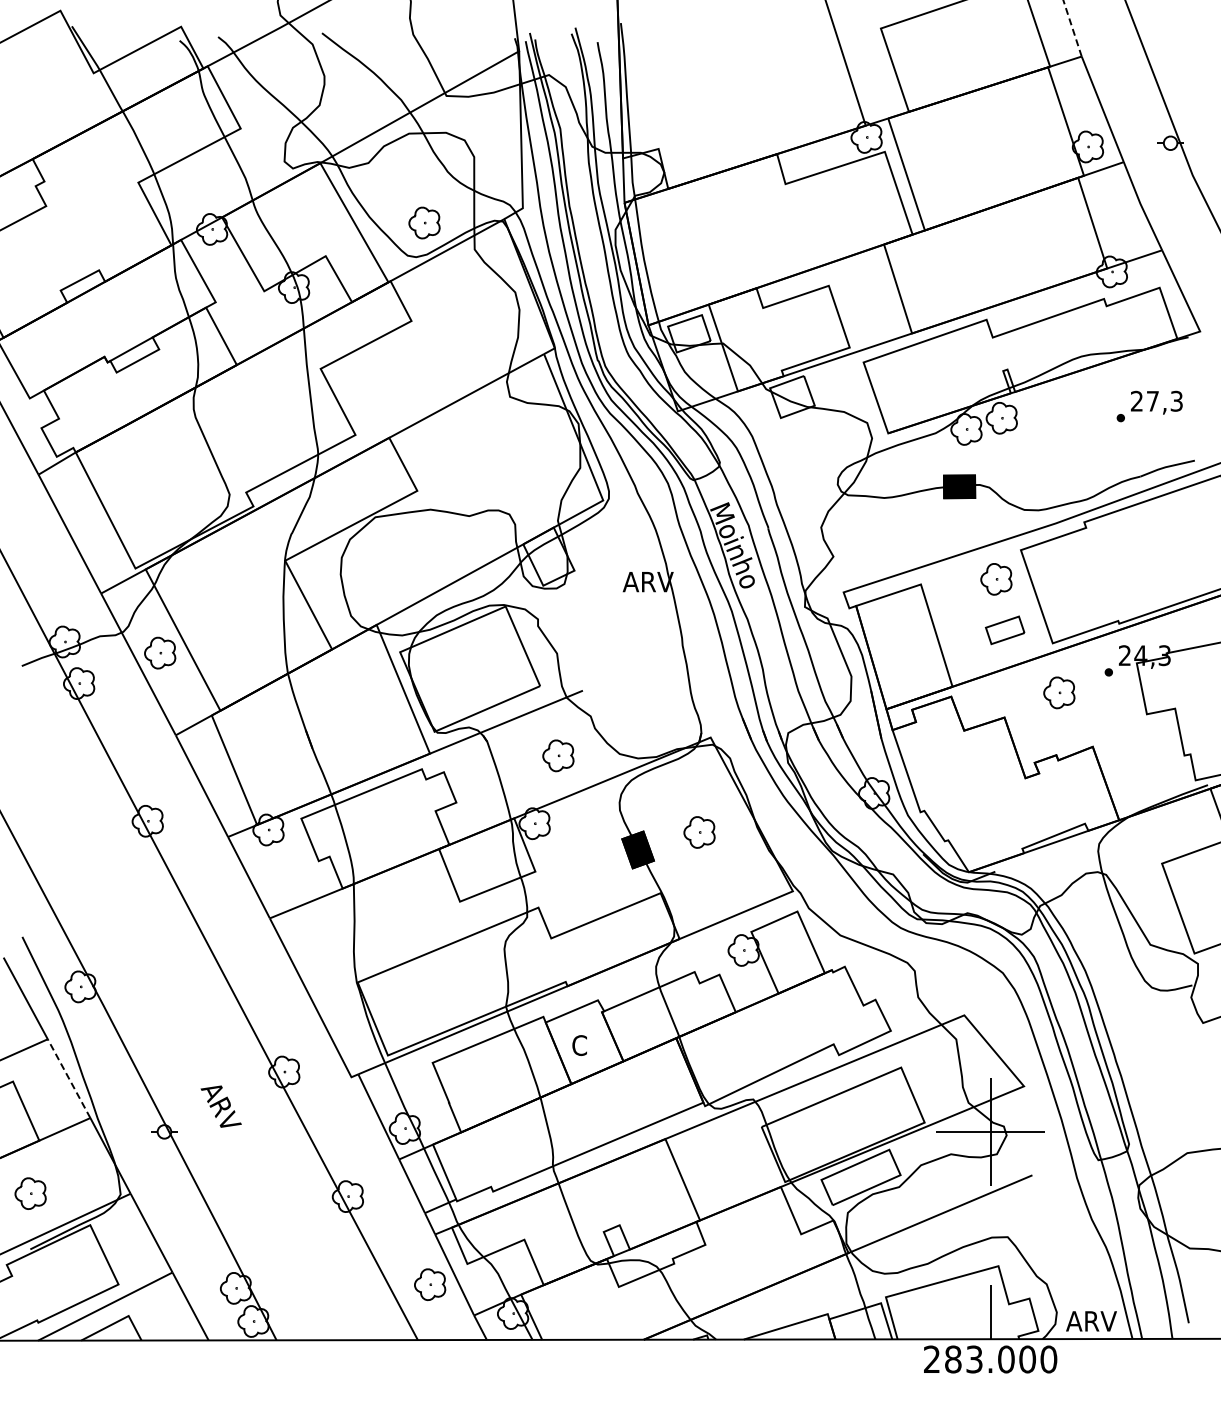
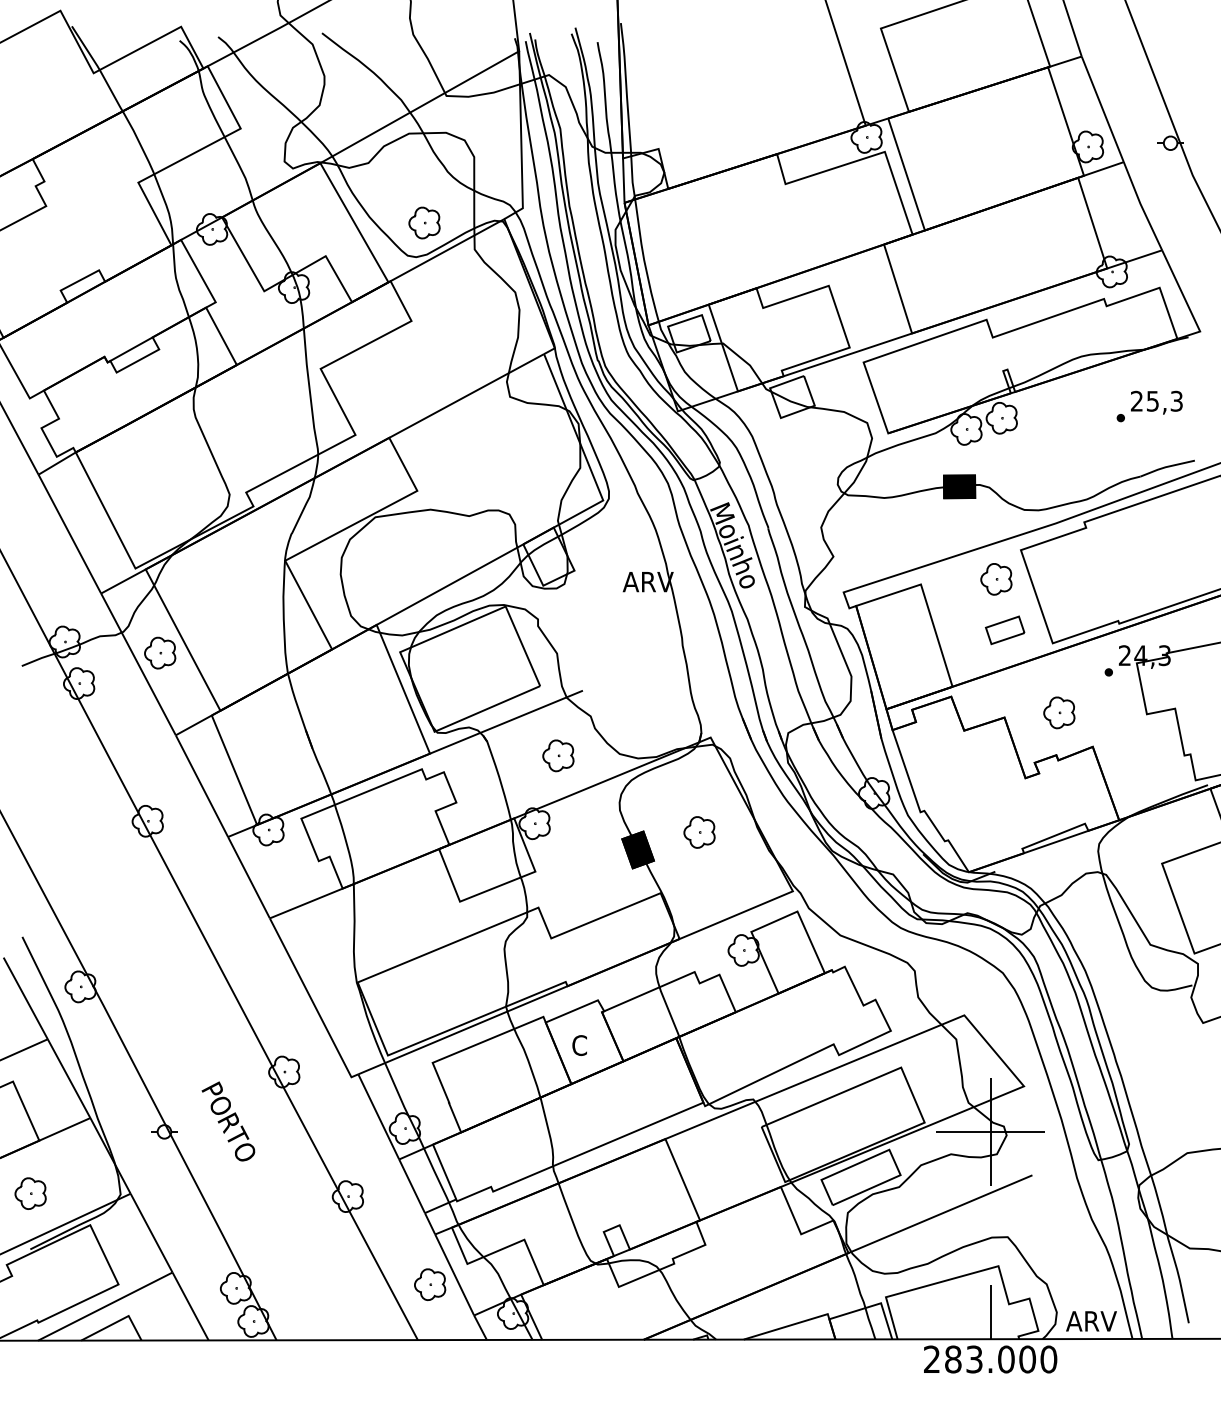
line at (1072, 28): dashed -> solid
text at (1152, 401): 27,3 -> 25,3
part at (1059, 692) position: (1059, 692) -> (1059, 712)
line at (69, 1078): dashed -> solid
text at (227, 1121): ARV -> PORTO
